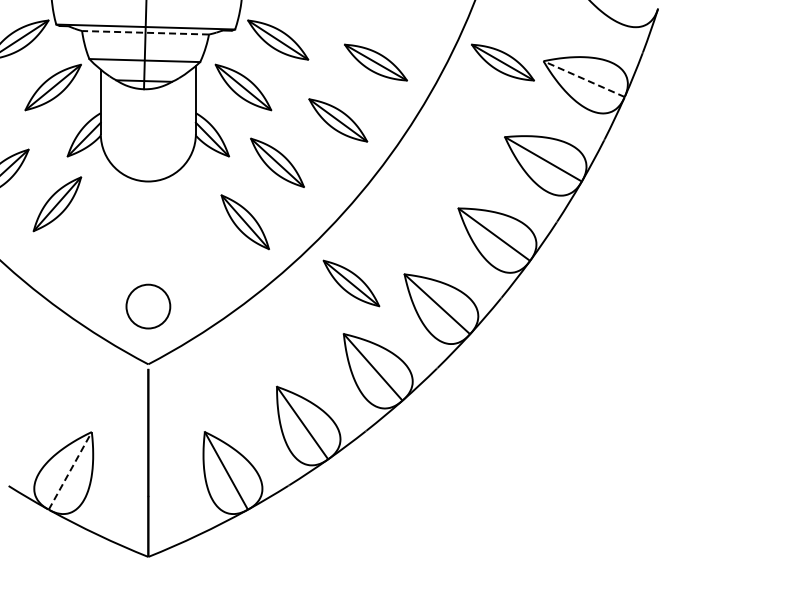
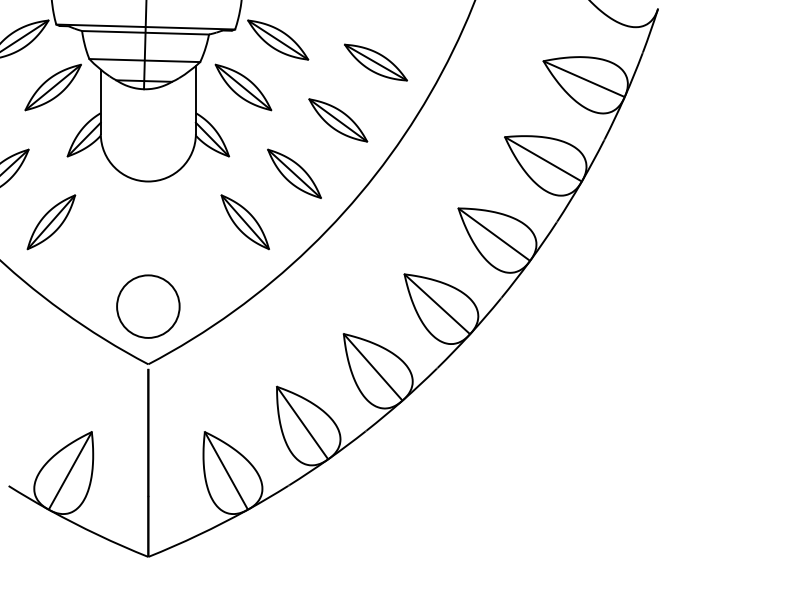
line at (145, 32): dashed -> solid
part at (502, 62): present -> none
line at (583, 78): dashed -> solid
part at (277, 162) position: (277, 162) -> (294, 173)
part at (57, 204) position: (57, 204) -> (51, 222)
part at (351, 283): present -> none
circle at (148, 306) size: 47x47 px -> 65x65 px
line at (70, 470): dashed -> solid
